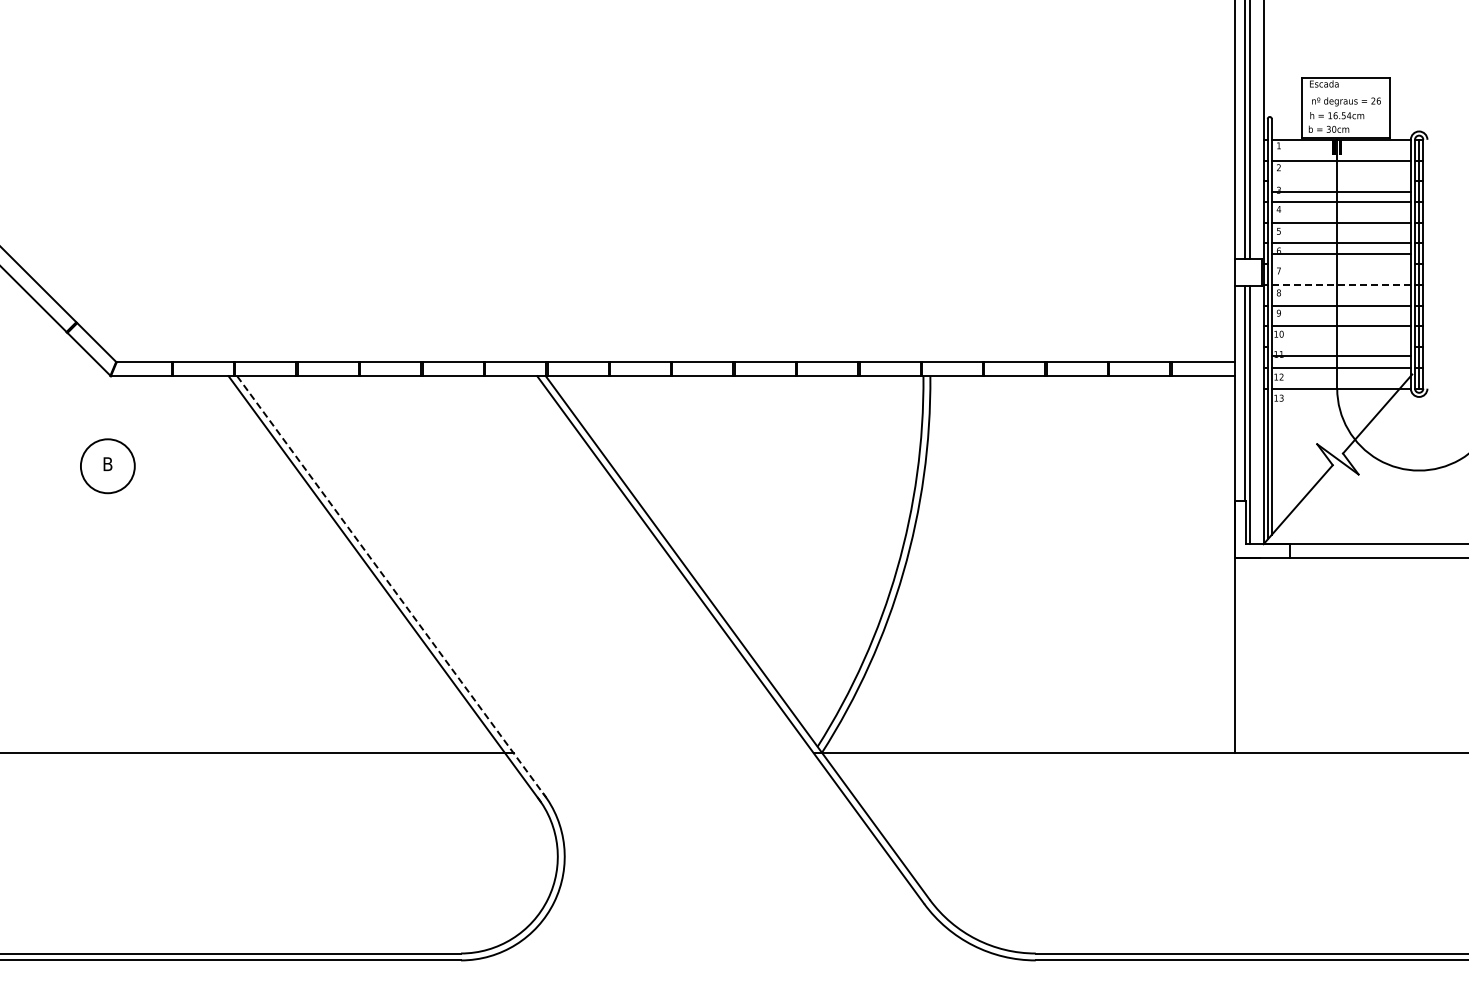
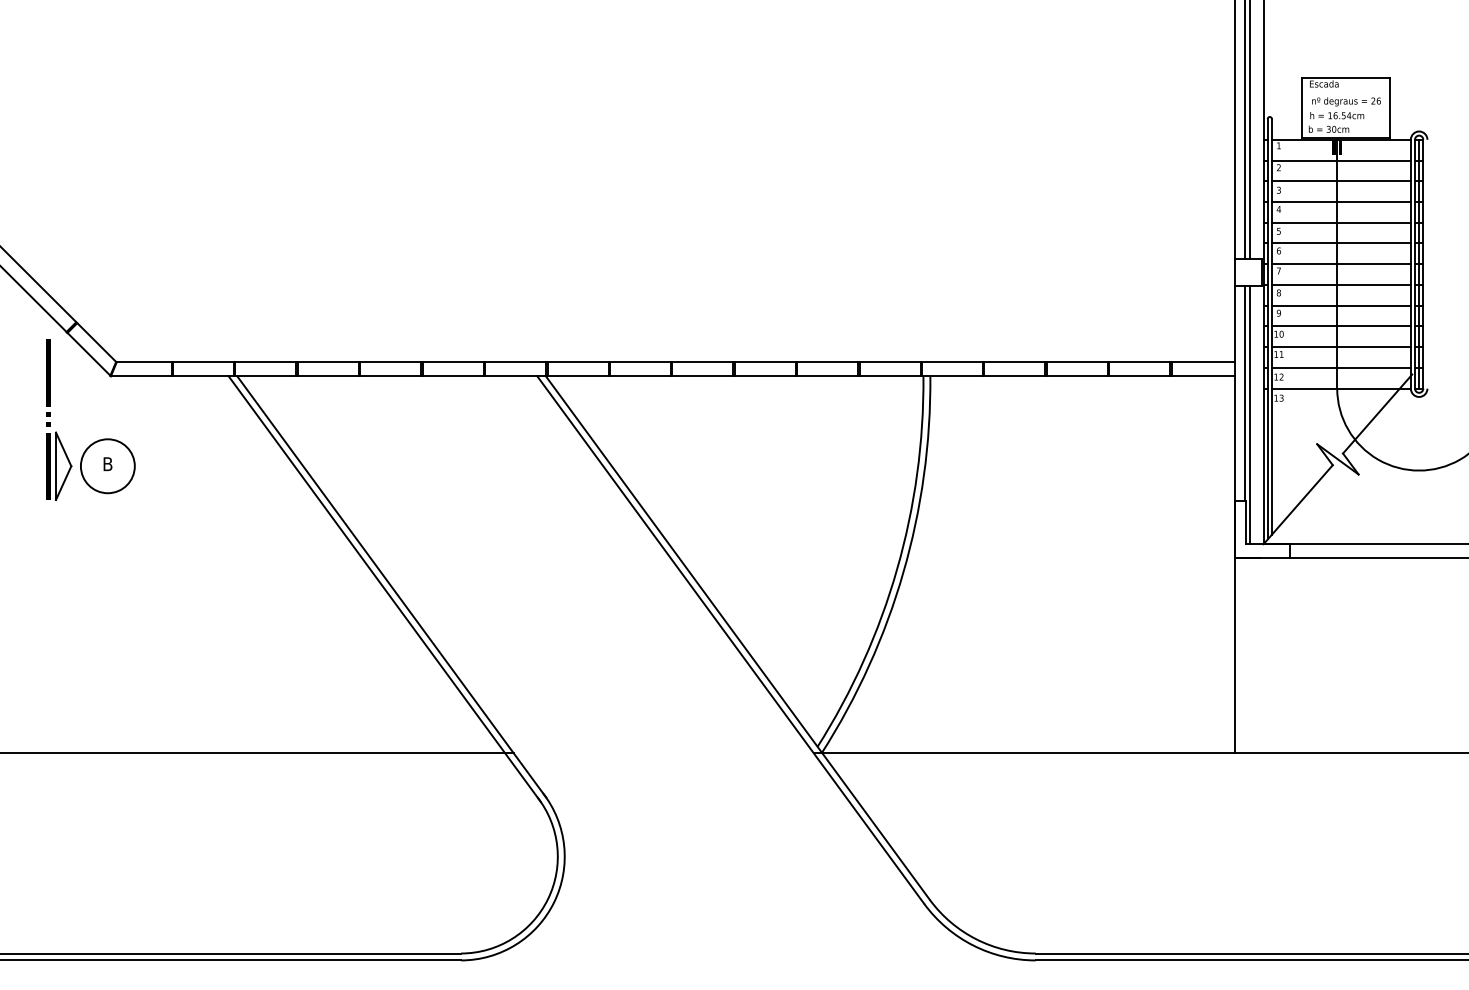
line at (1340, 192) position: (1340, 192) -> (1340, 181)
line at (1340, 254) position: (1340, 254) -> (1340, 264)
line at (1340, 284): dashed -> solid
line at (1340, 356) position: (1340, 356) -> (1340, 347)
part at (50, 416): none -> present
line at (392, 587): dashed -> solid
